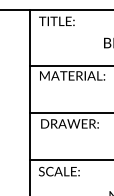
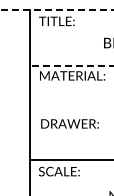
line at (57, 10): solid -> dashed
line at (71, 66): solid -> dashed
line at (69, 113): present -> none
